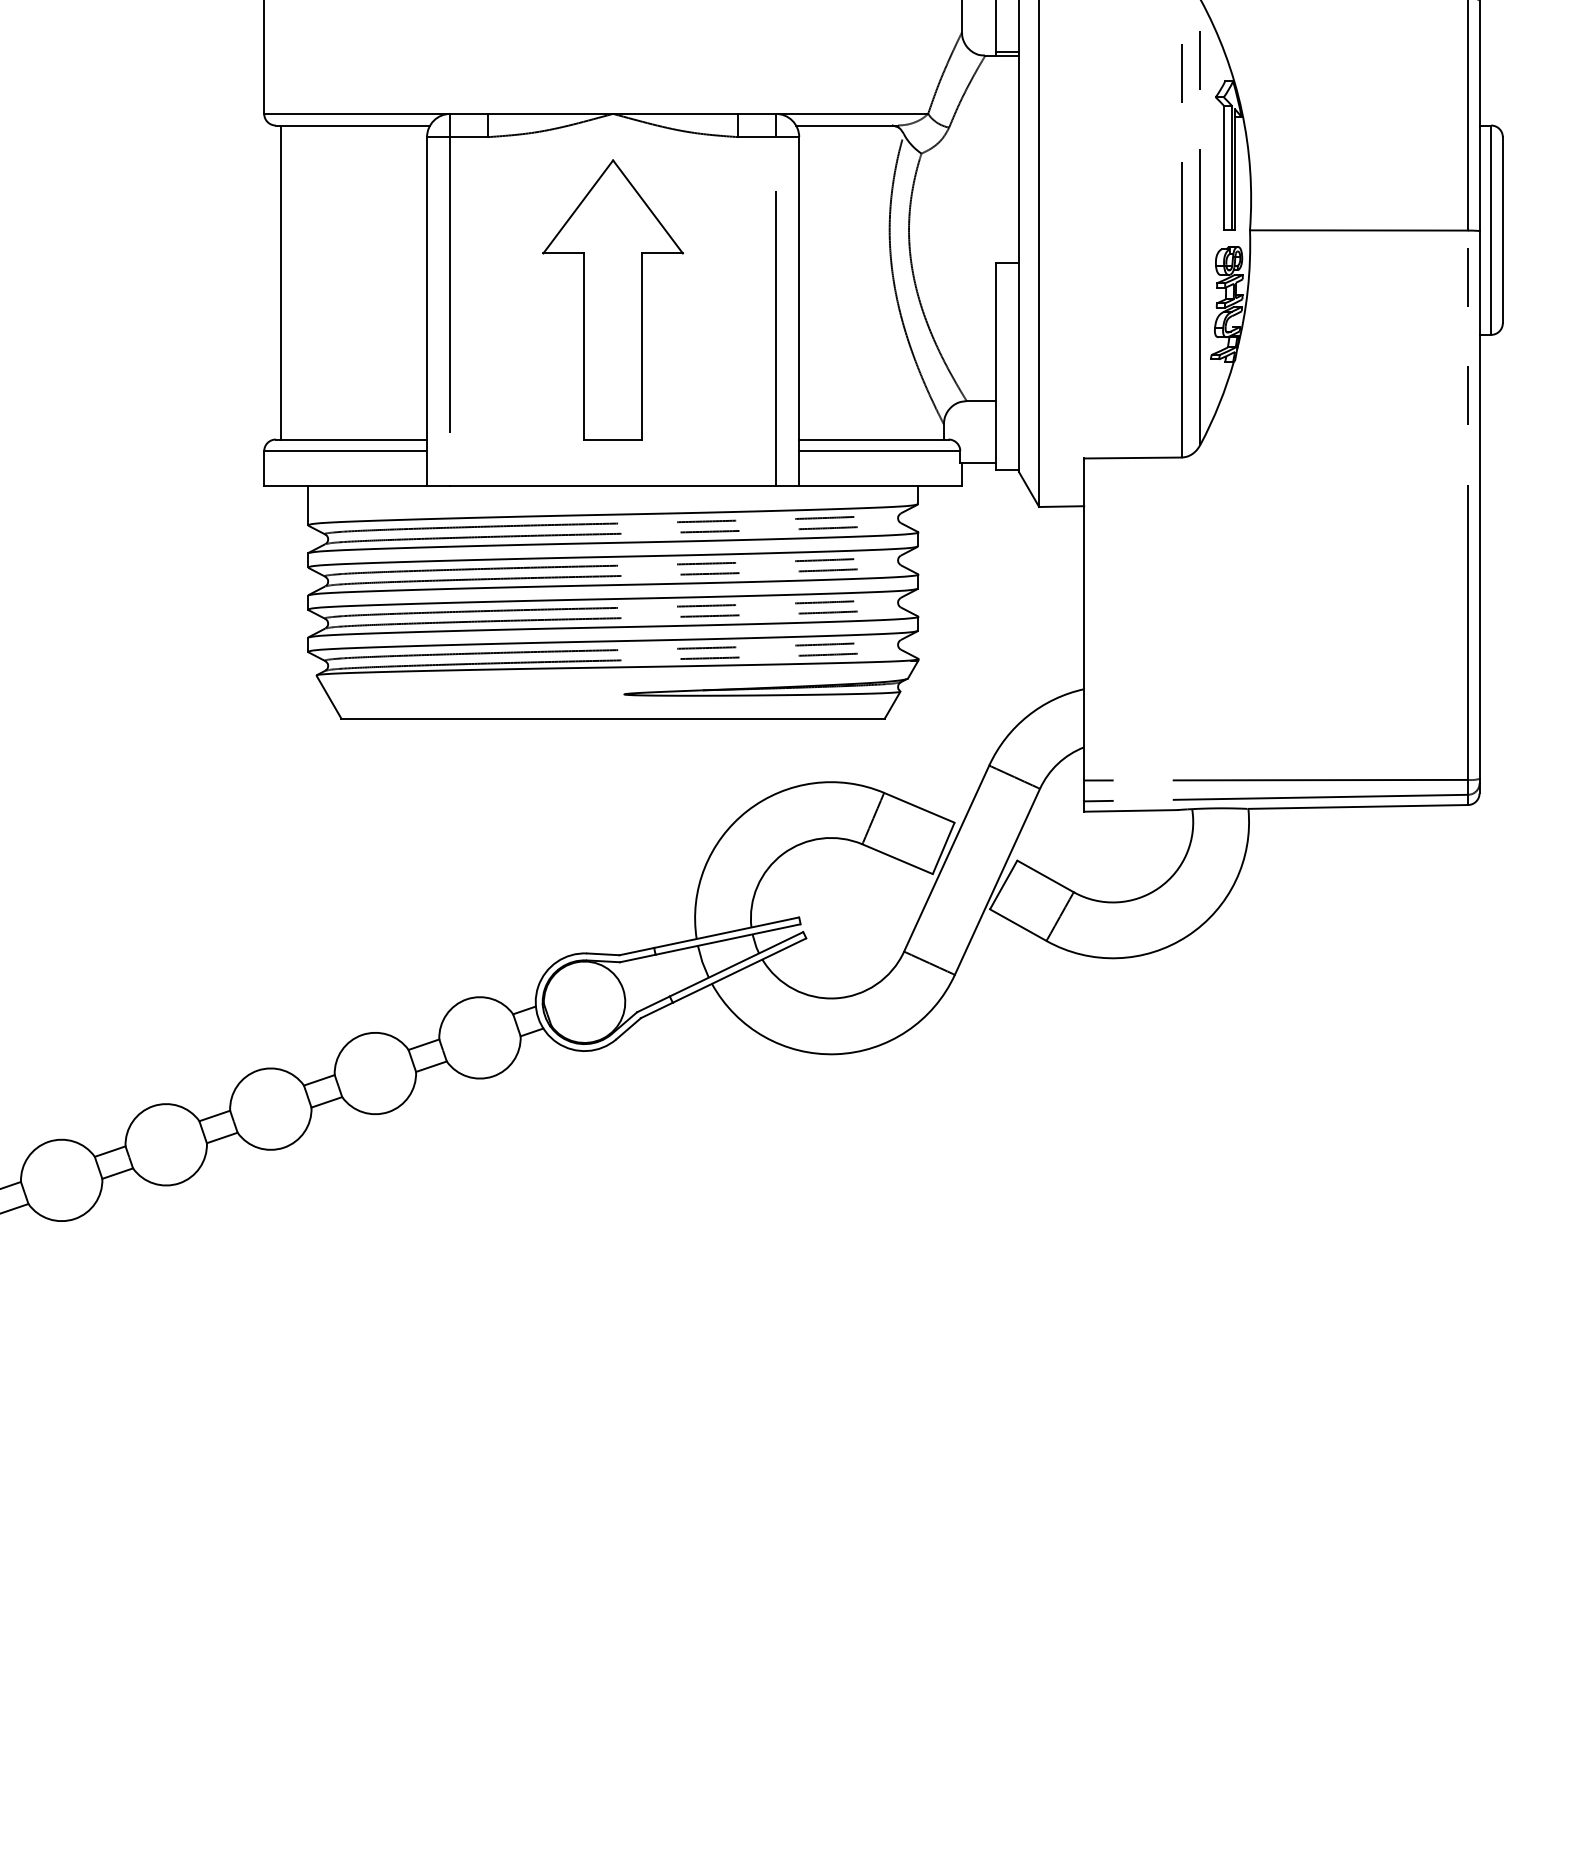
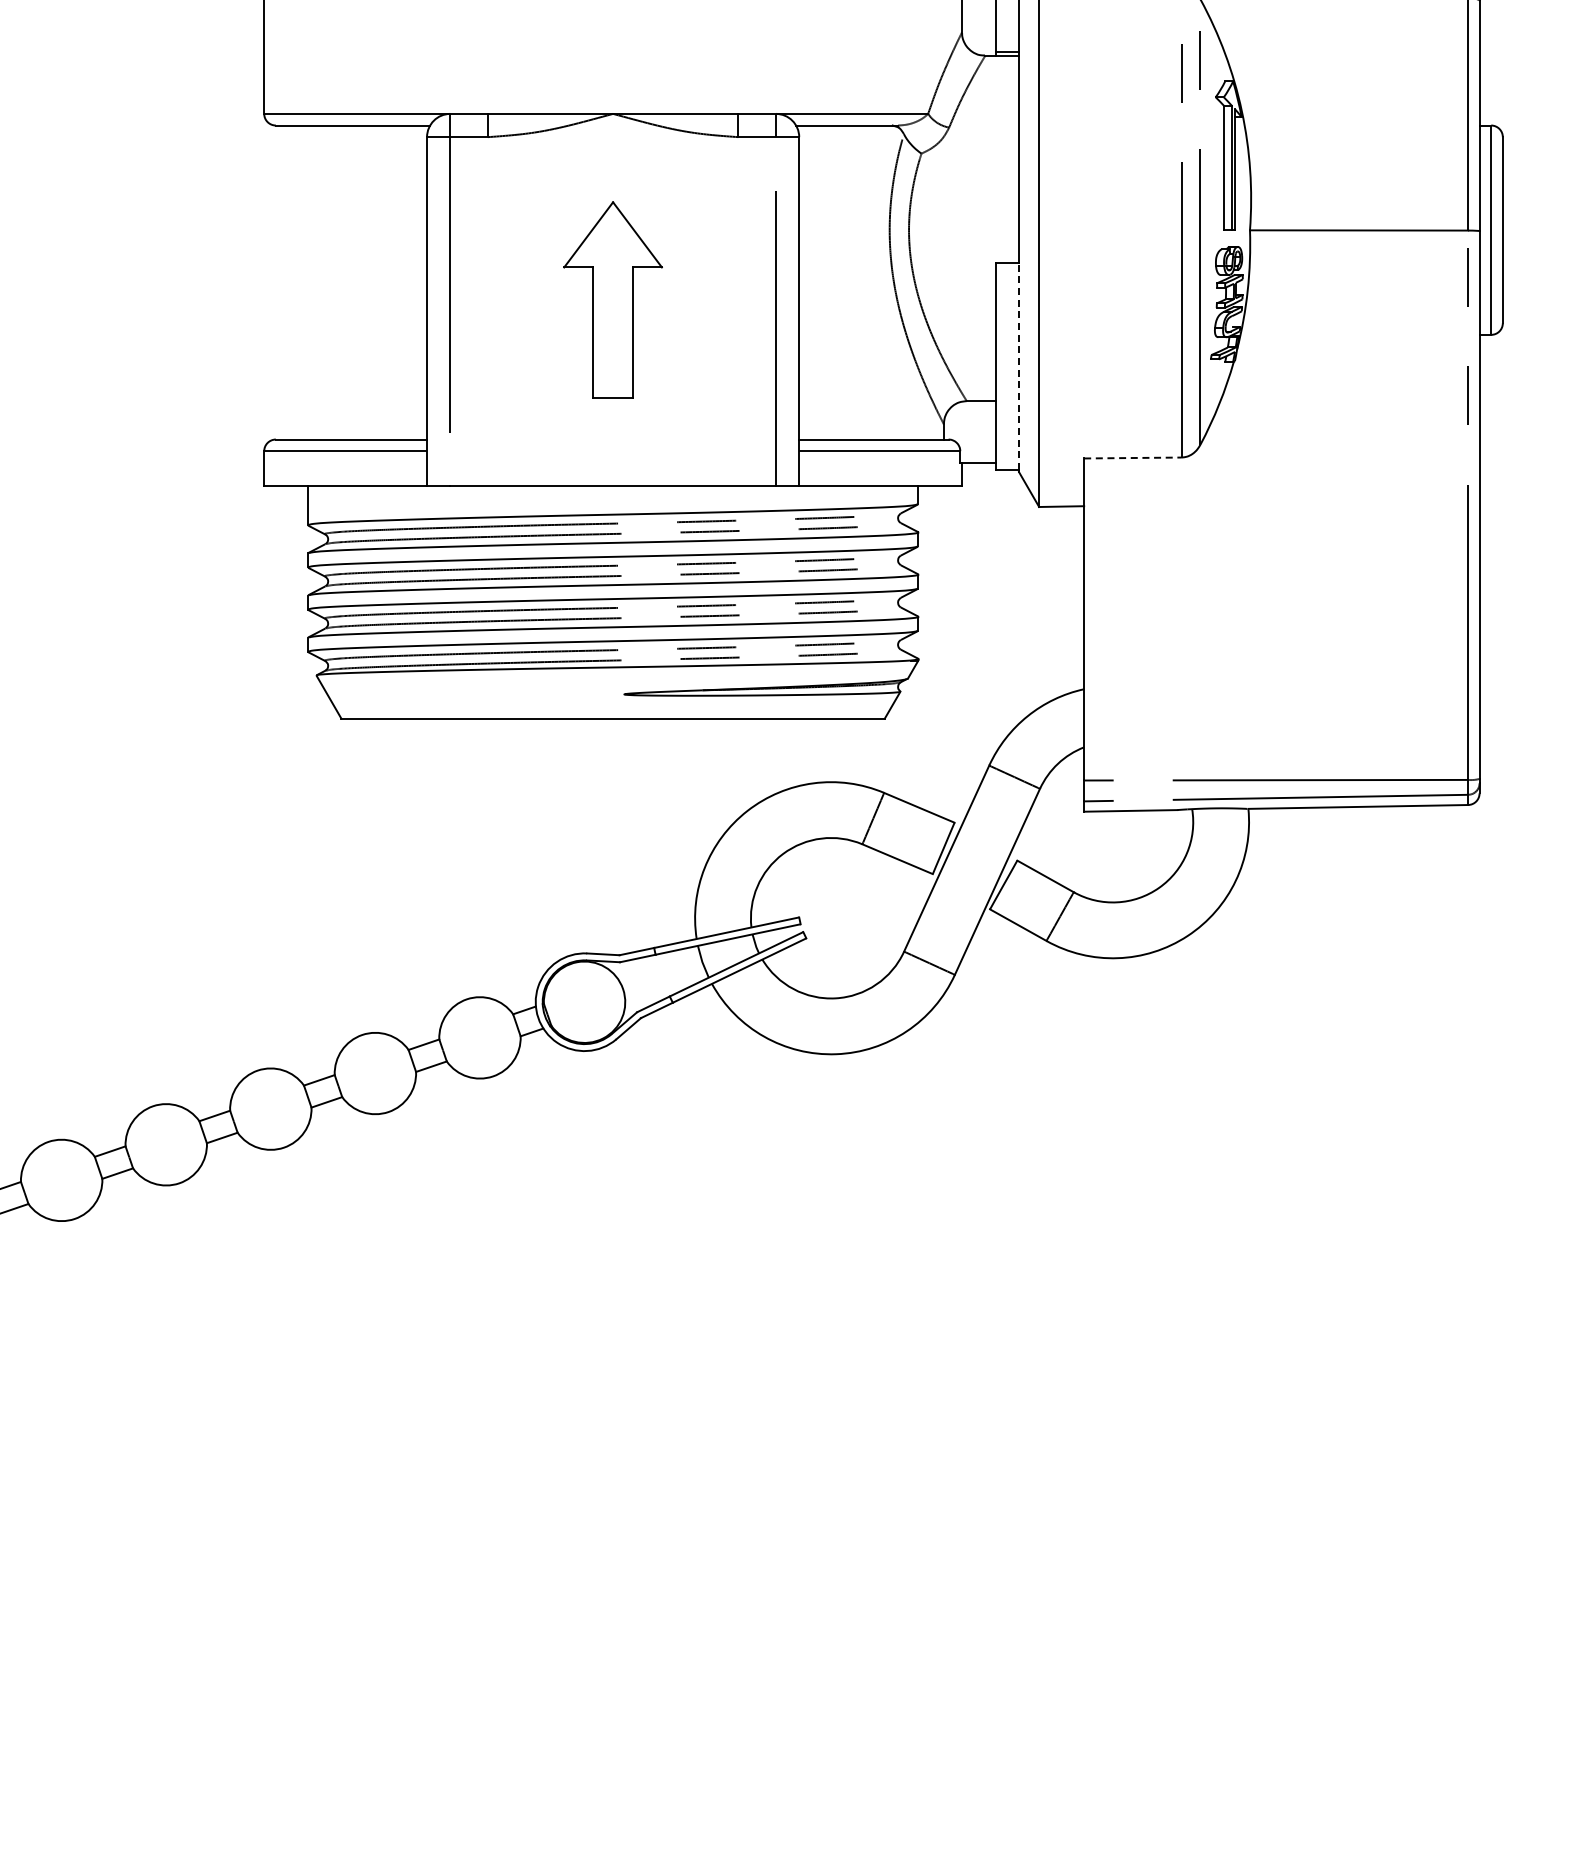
line at (280, 282): present -> none
part at (612, 299) size: 142x282 px -> 100x198 px
line at (1019, 366): solid -> dashed
line at (1132, 458): solid -> dashed
